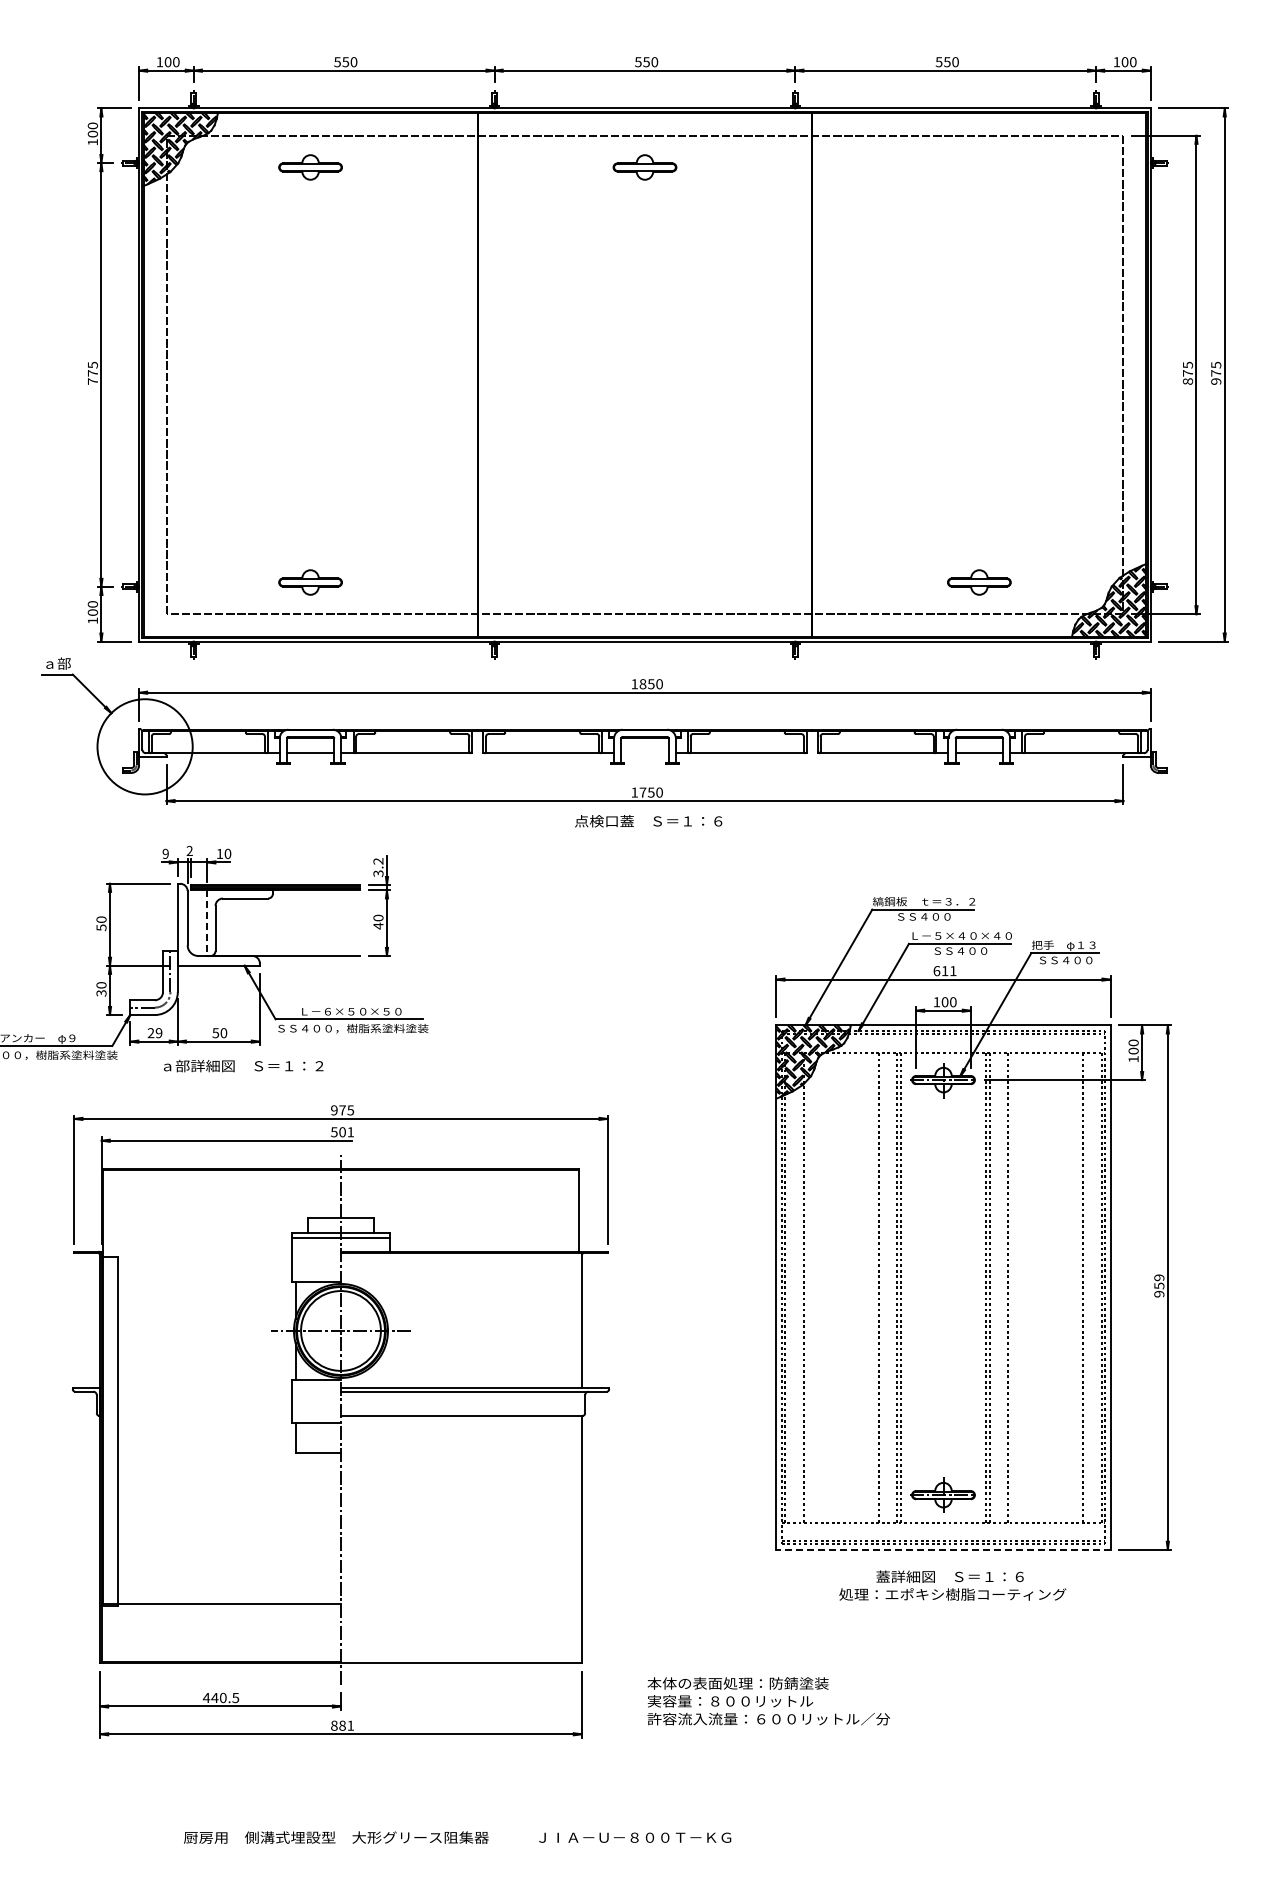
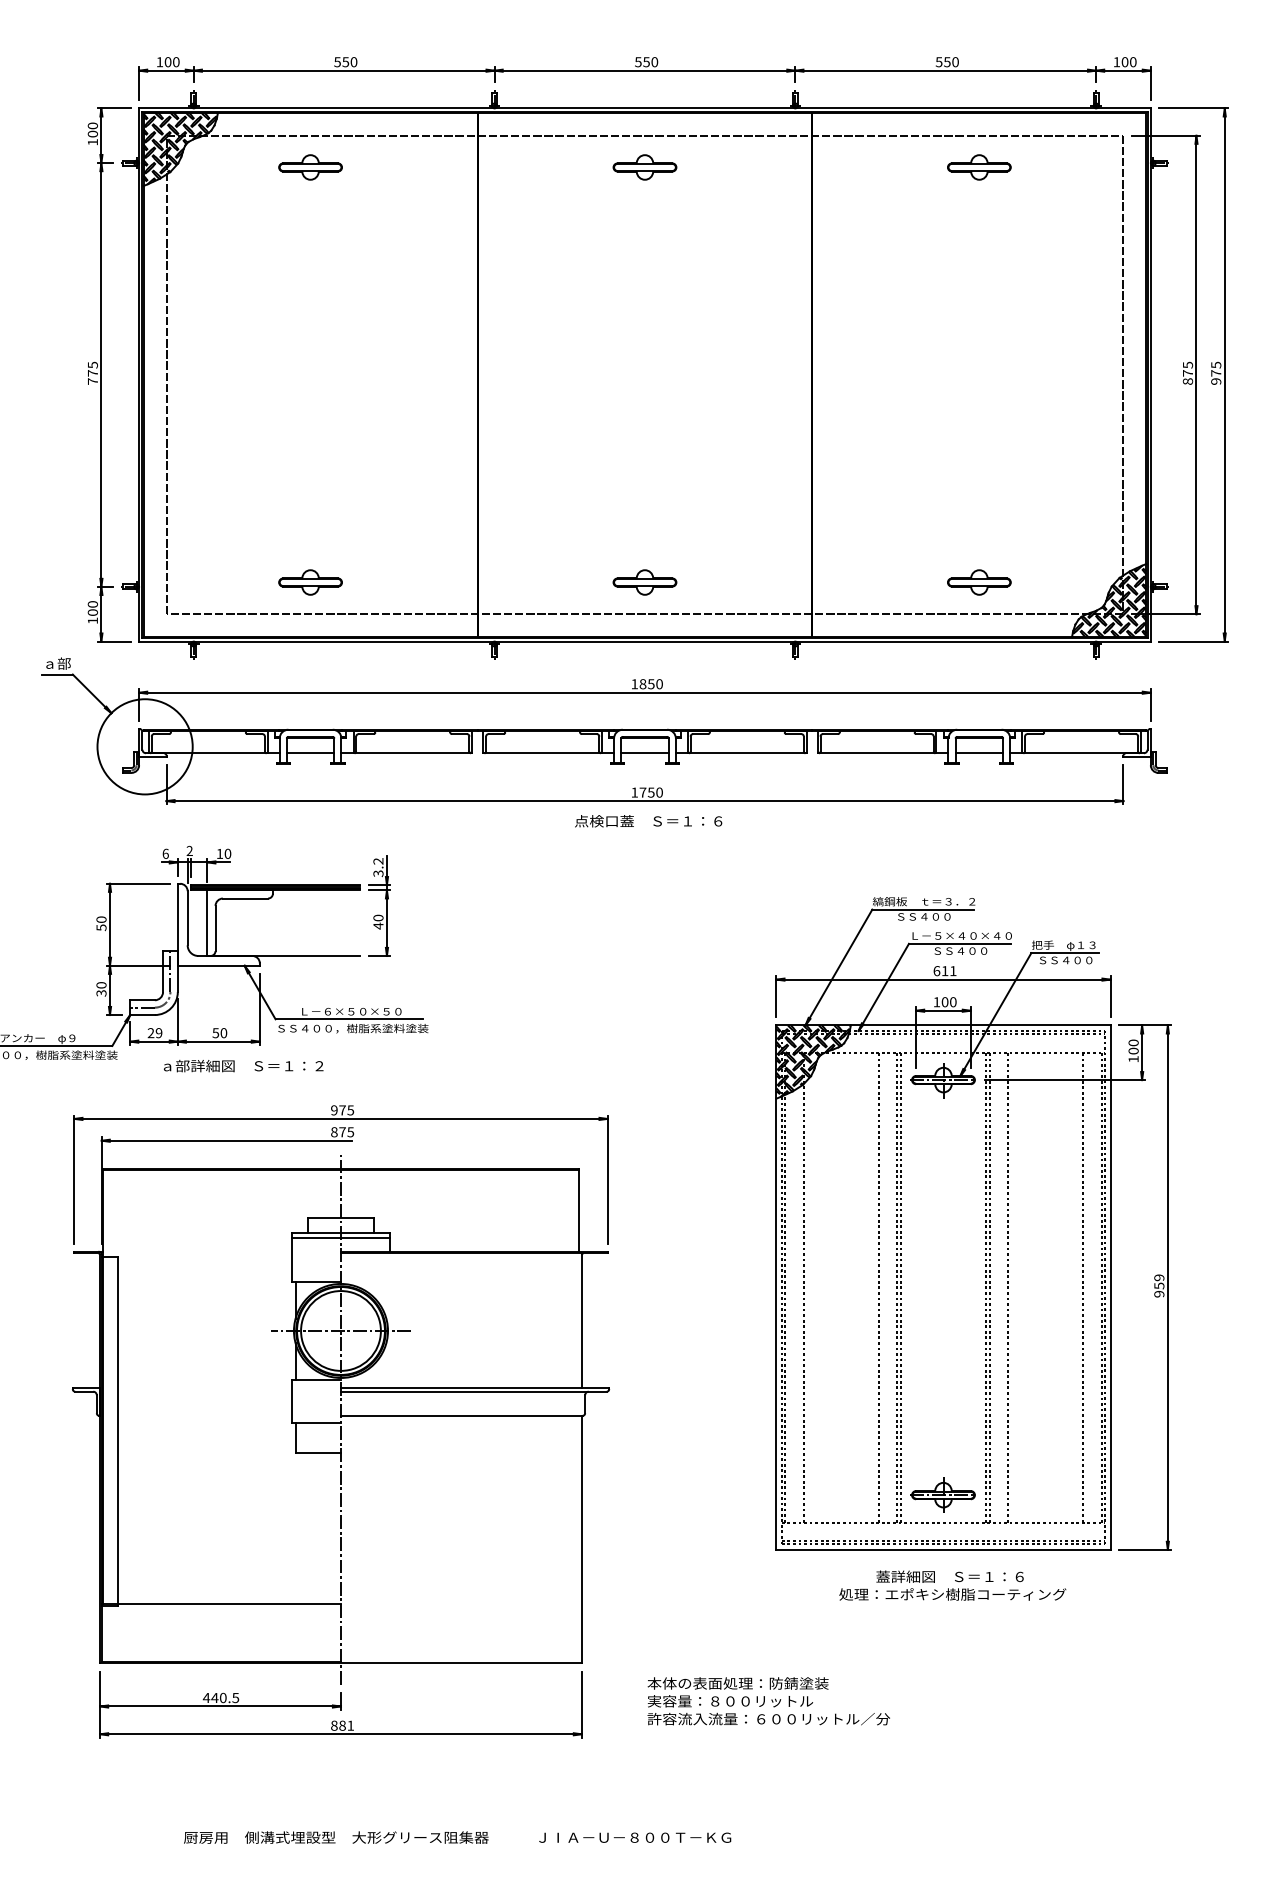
part at (979, 167): none -> present
part at (644, 582): none -> present
line at (644, 753): none -> present
text at (165, 853): 9 -> 6
line at (207, 923): dashed -> solid
text at (342, 1132): 501 -> 875
line at (942, 1549): dashed -> solid
